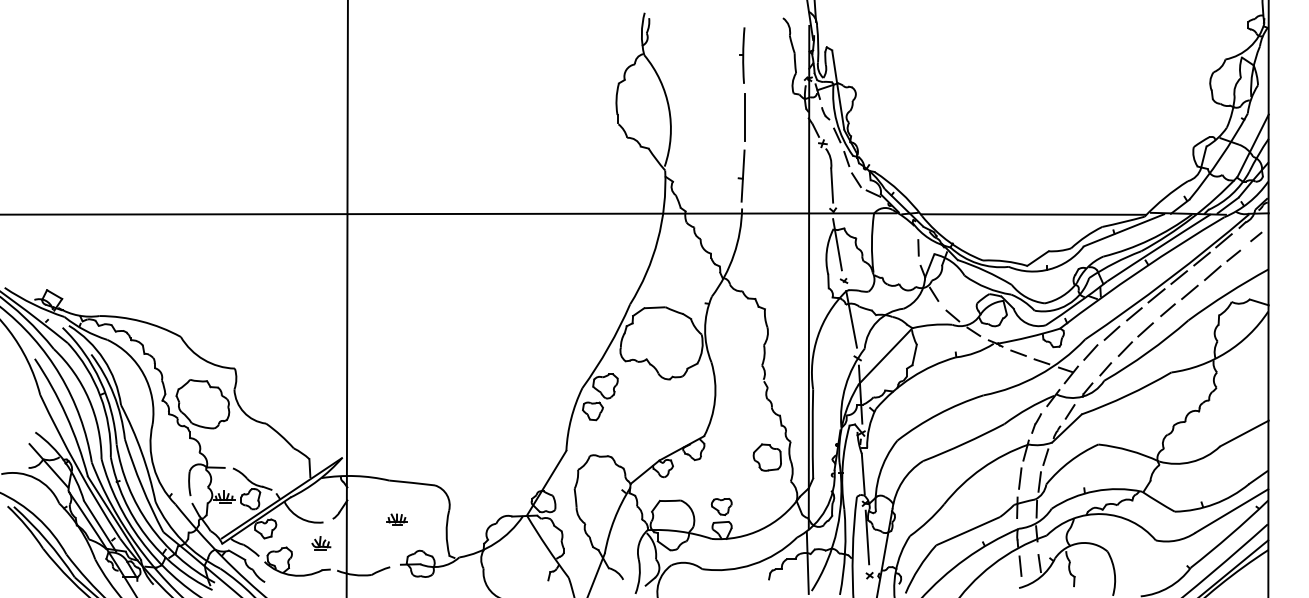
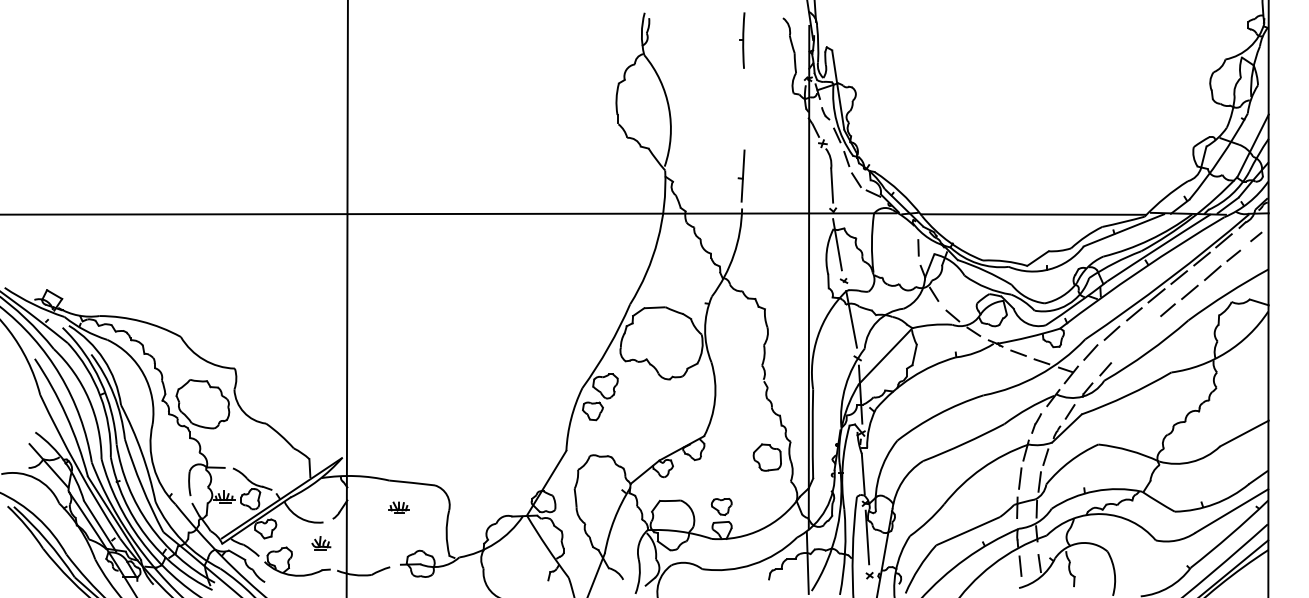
part at (742, 55) position: (742, 55) -> (742, 40)
line at (745, 117): present -> none
part at (1135, 339): present -> none
part at (396, 519) position: (396, 519) -> (398, 507)
